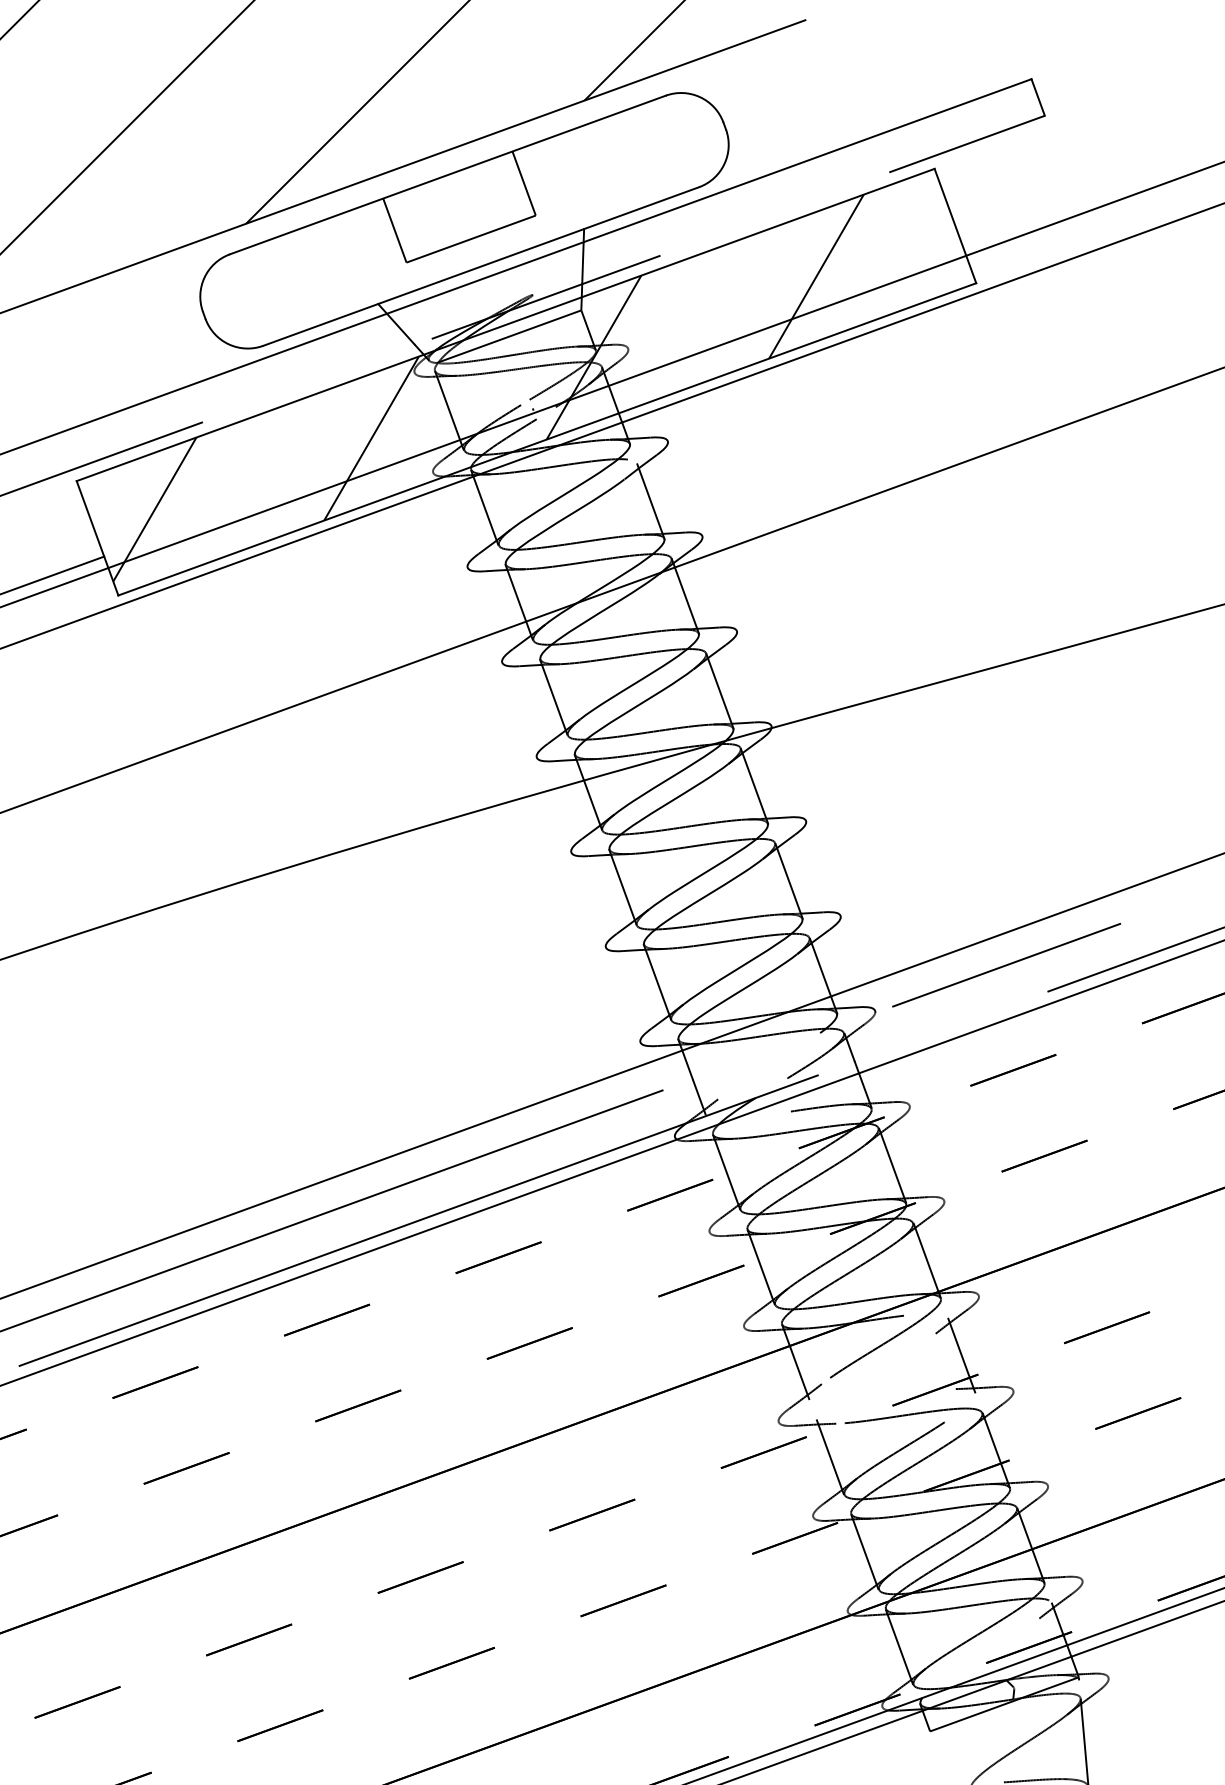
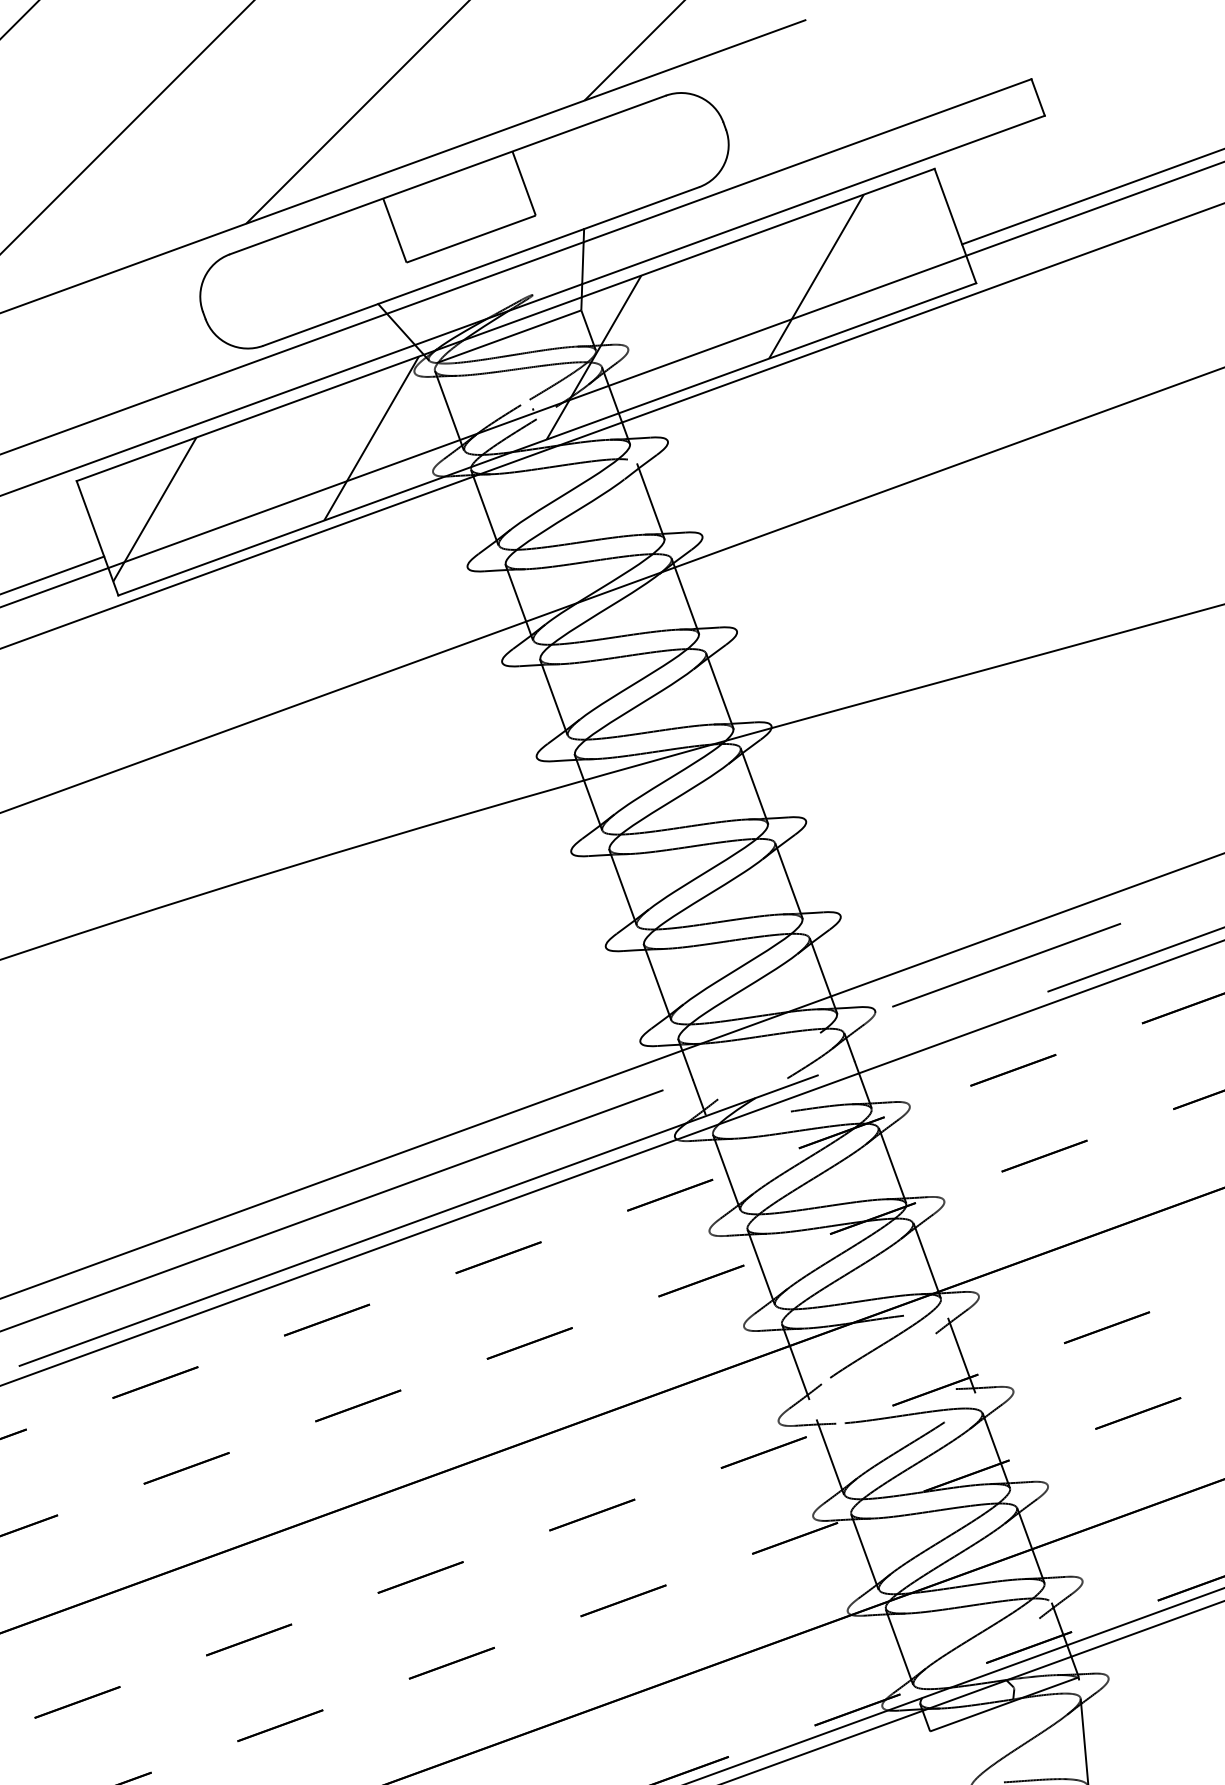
line at (1091, 196): none -> present
line at (522, 305): dashed -> solid
